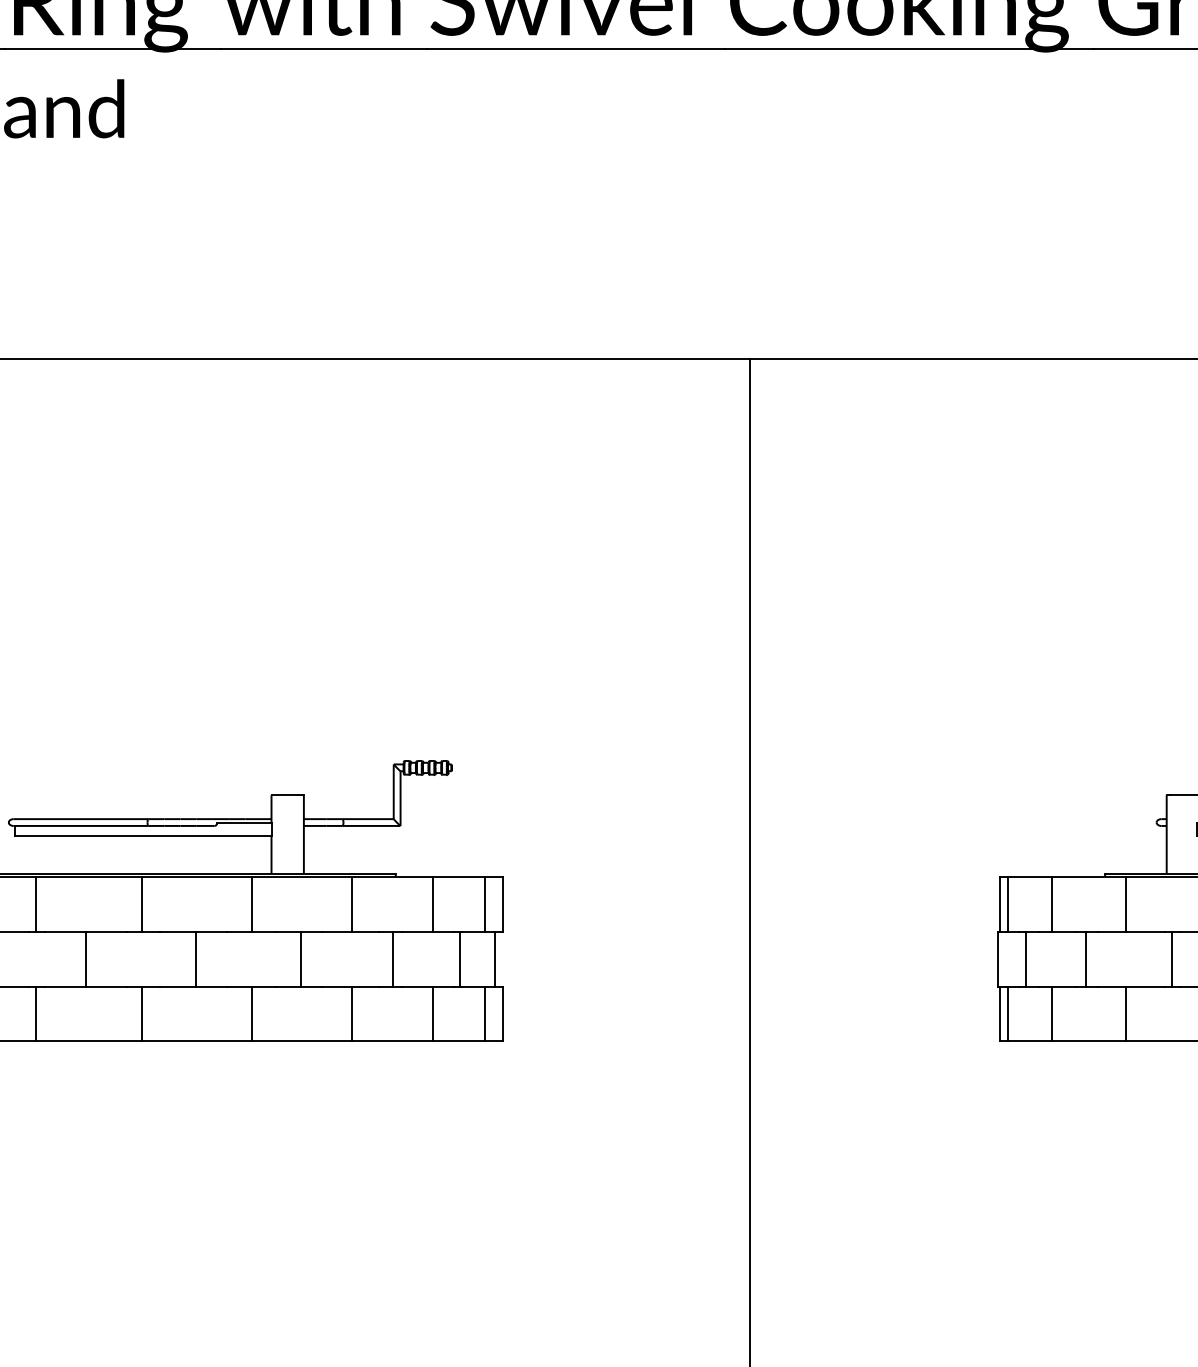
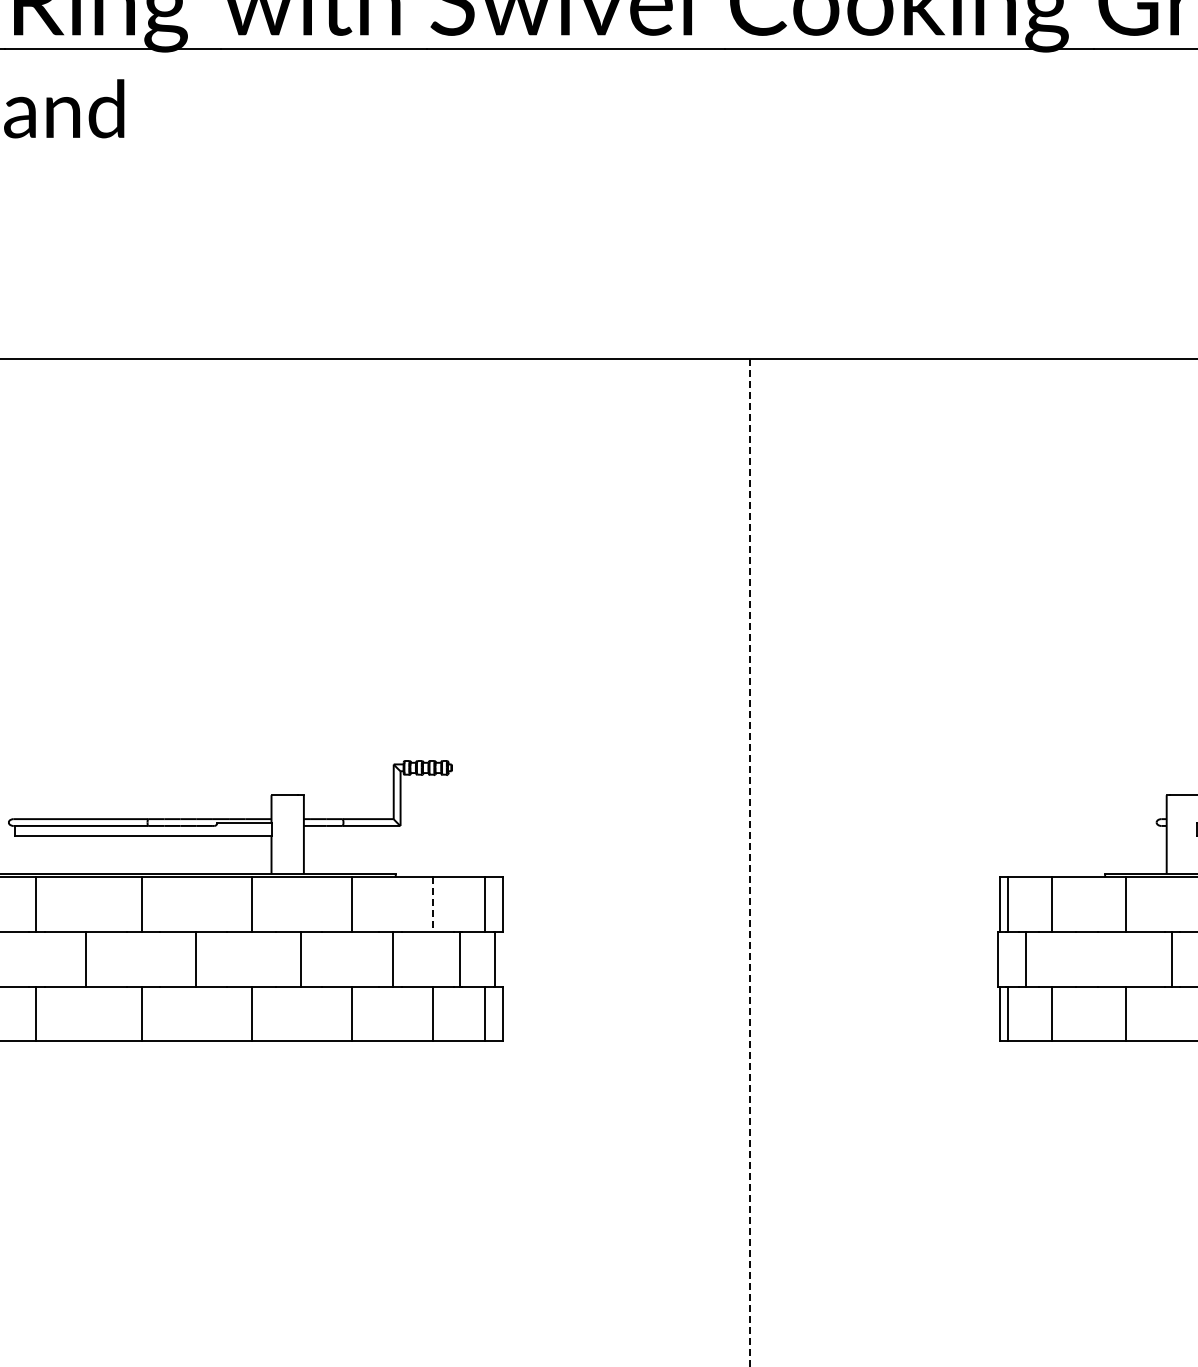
line at (749, 863): solid -> dashed
line at (432, 905): solid -> dashed
line at (1085, 959): present -> none
